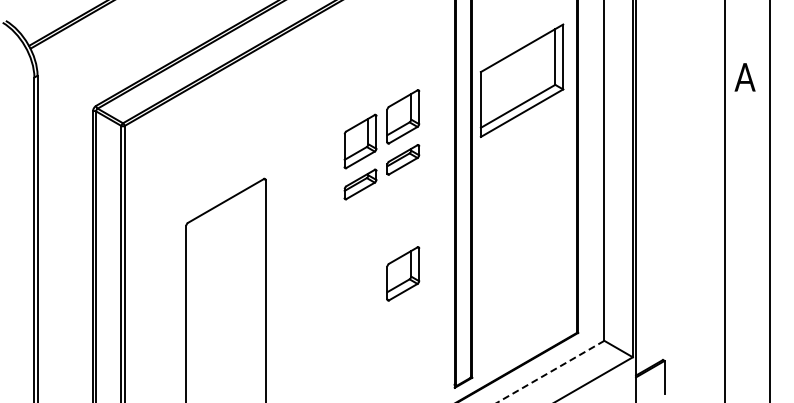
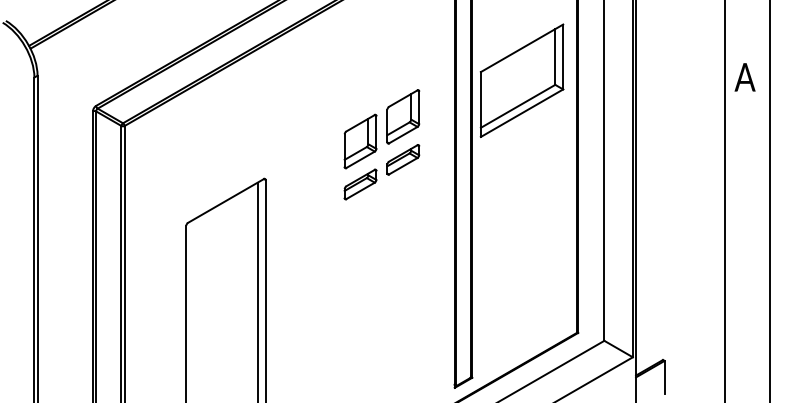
part at (403, 273): present -> none
line at (257, 290): none -> present
line at (550, 371): dashed -> solid
